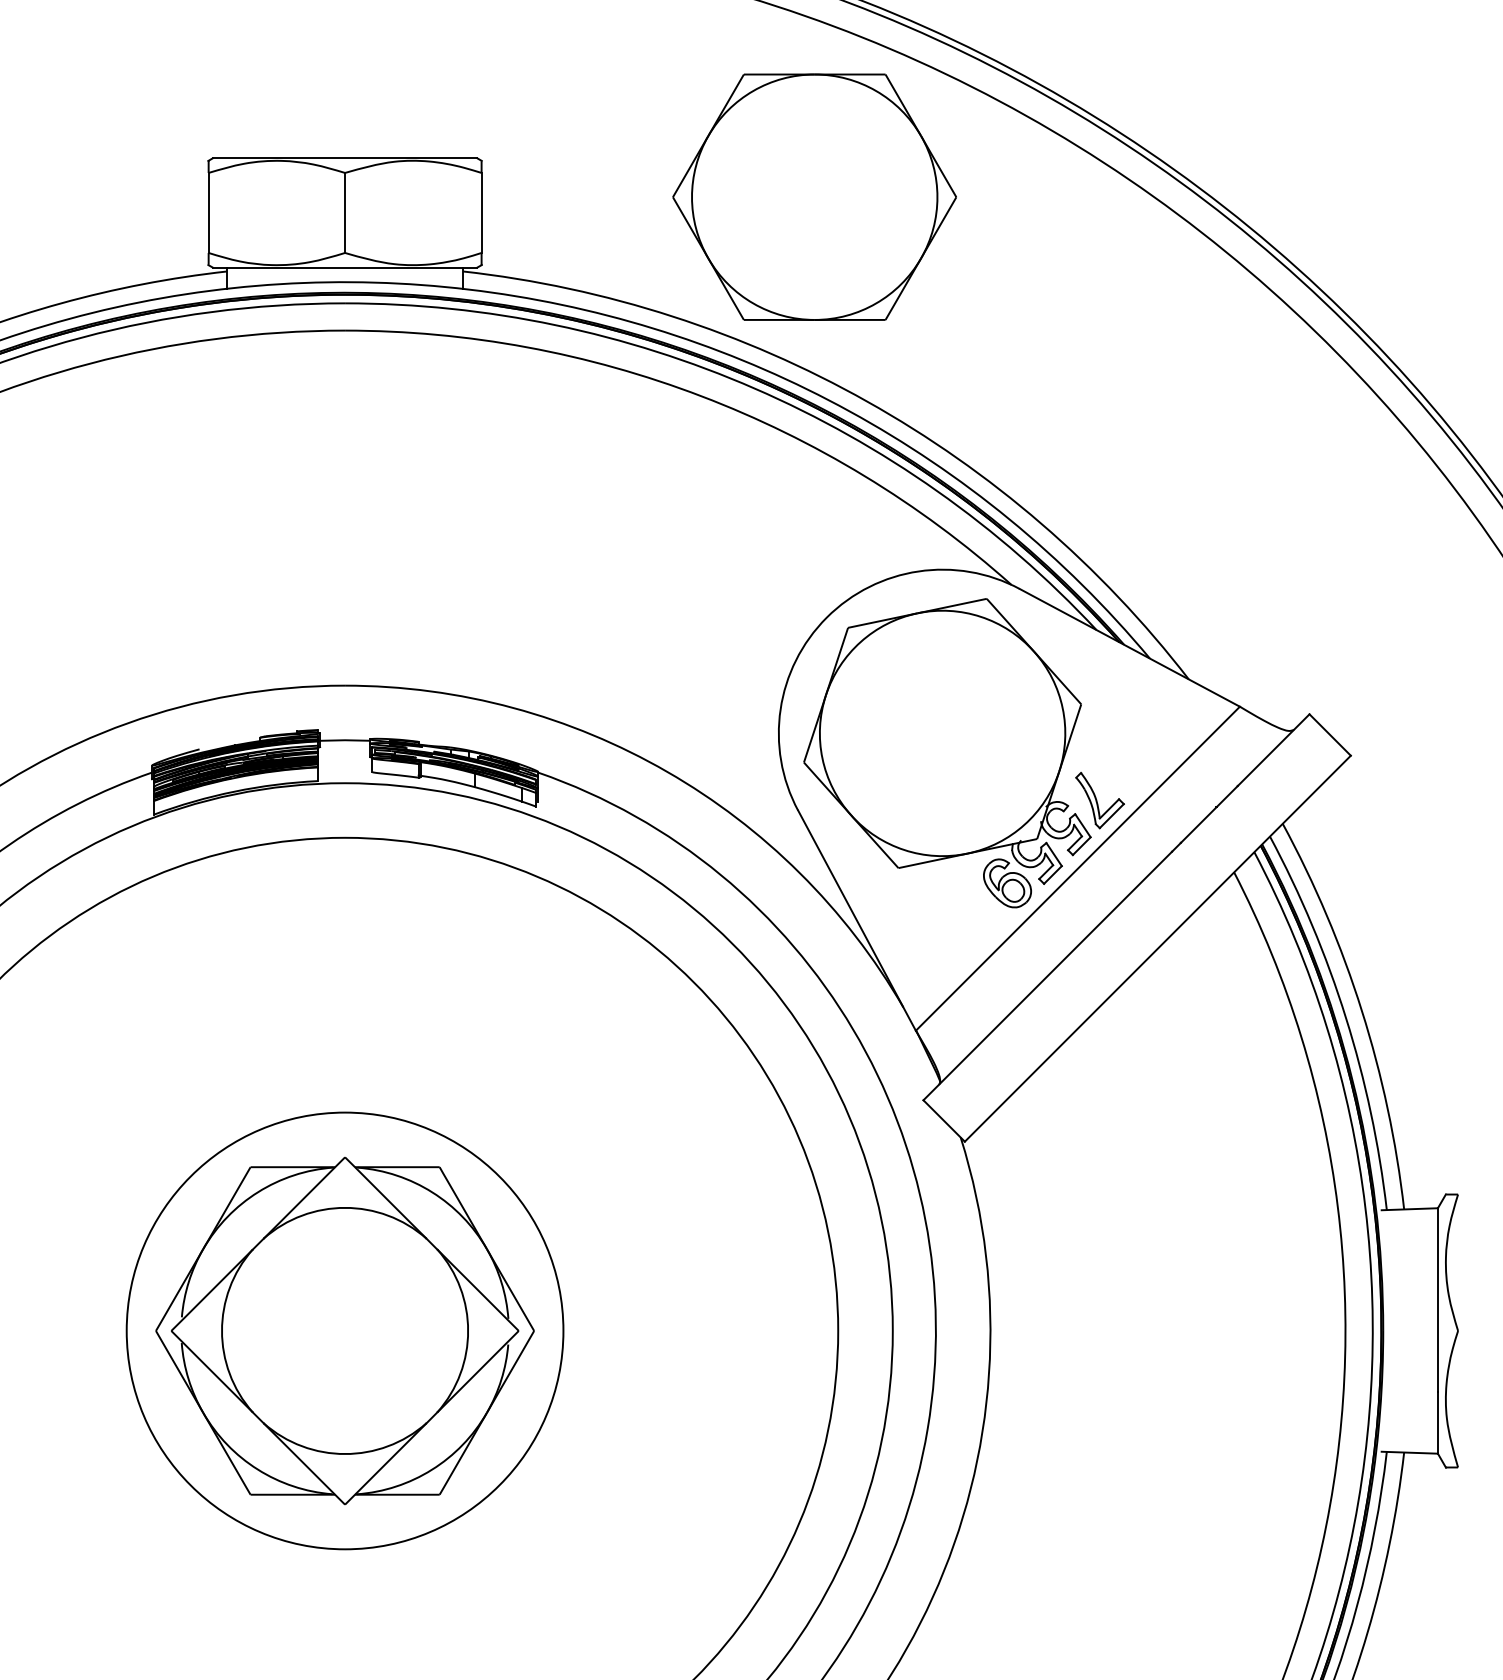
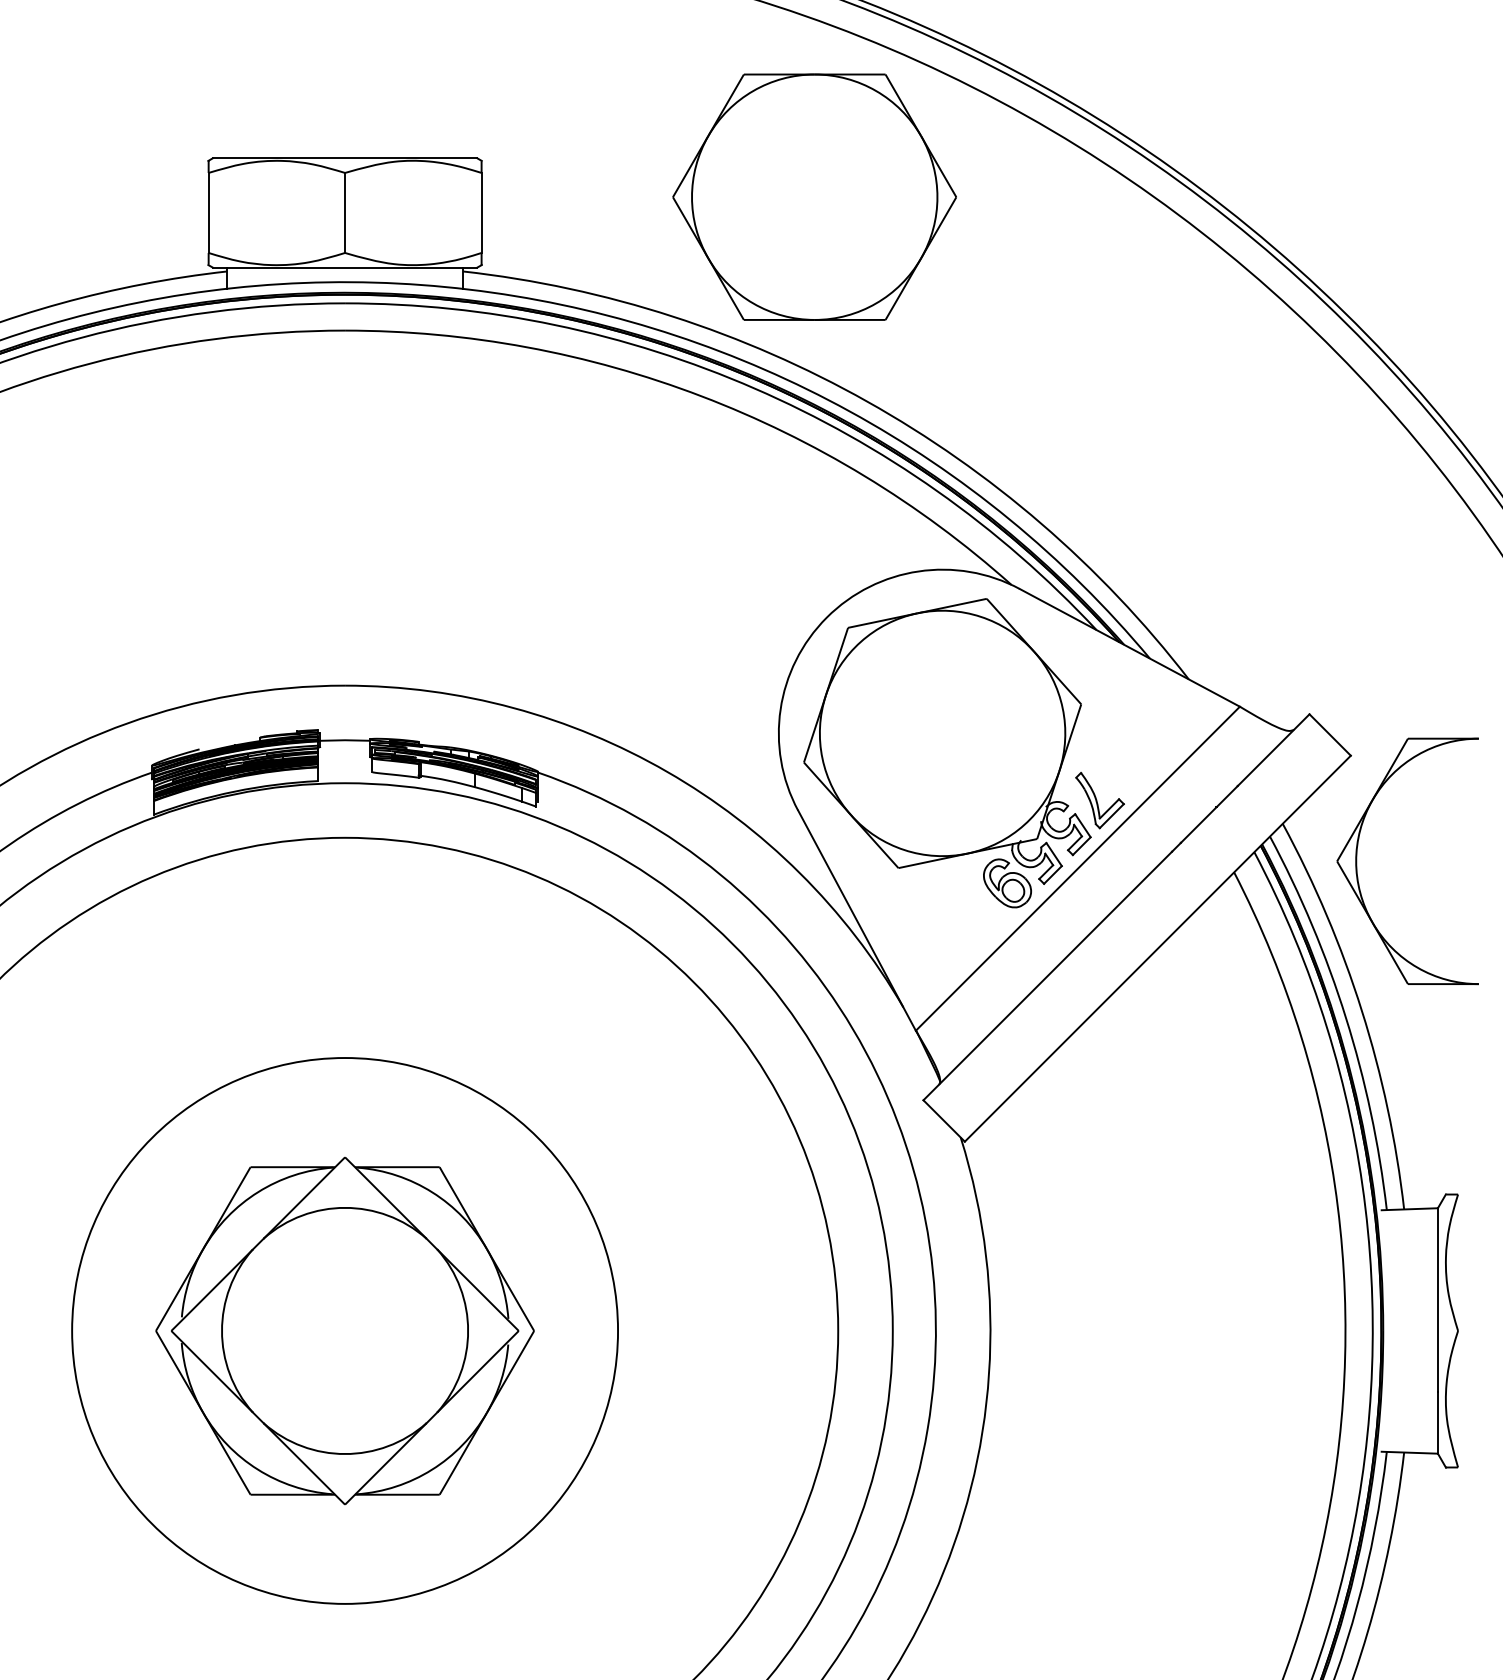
part at (1357, 861): none -> present
circle at (344, 1330) diameter: 437 px -> 546 px
